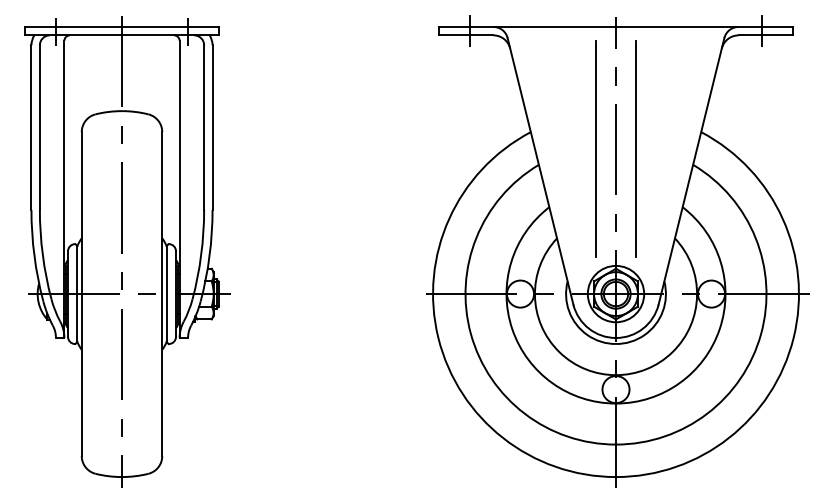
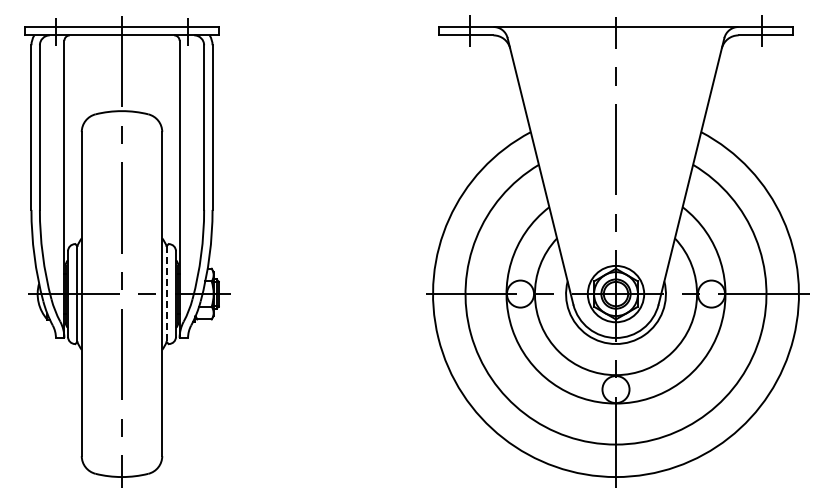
line at (595, 148): present -> none
line at (636, 148): present -> none
line at (166, 294): solid -> dashed
